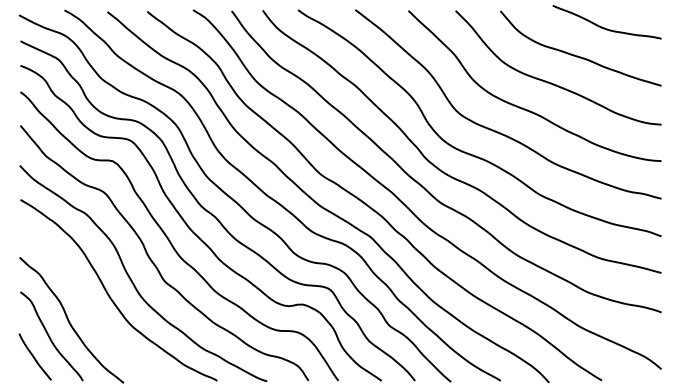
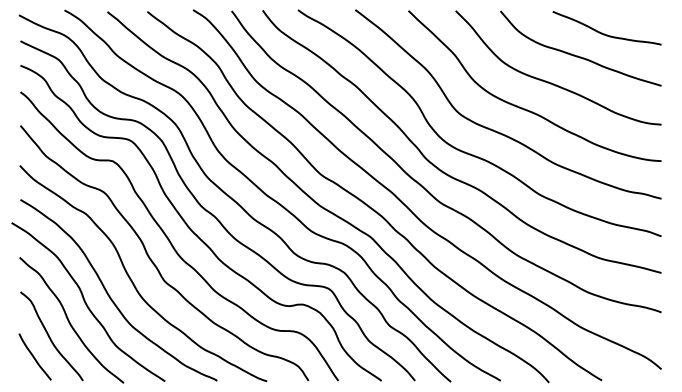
curve at (604, 27) position: (604, 27) -> (604, 33)
curve at (86, 302): none -> present
